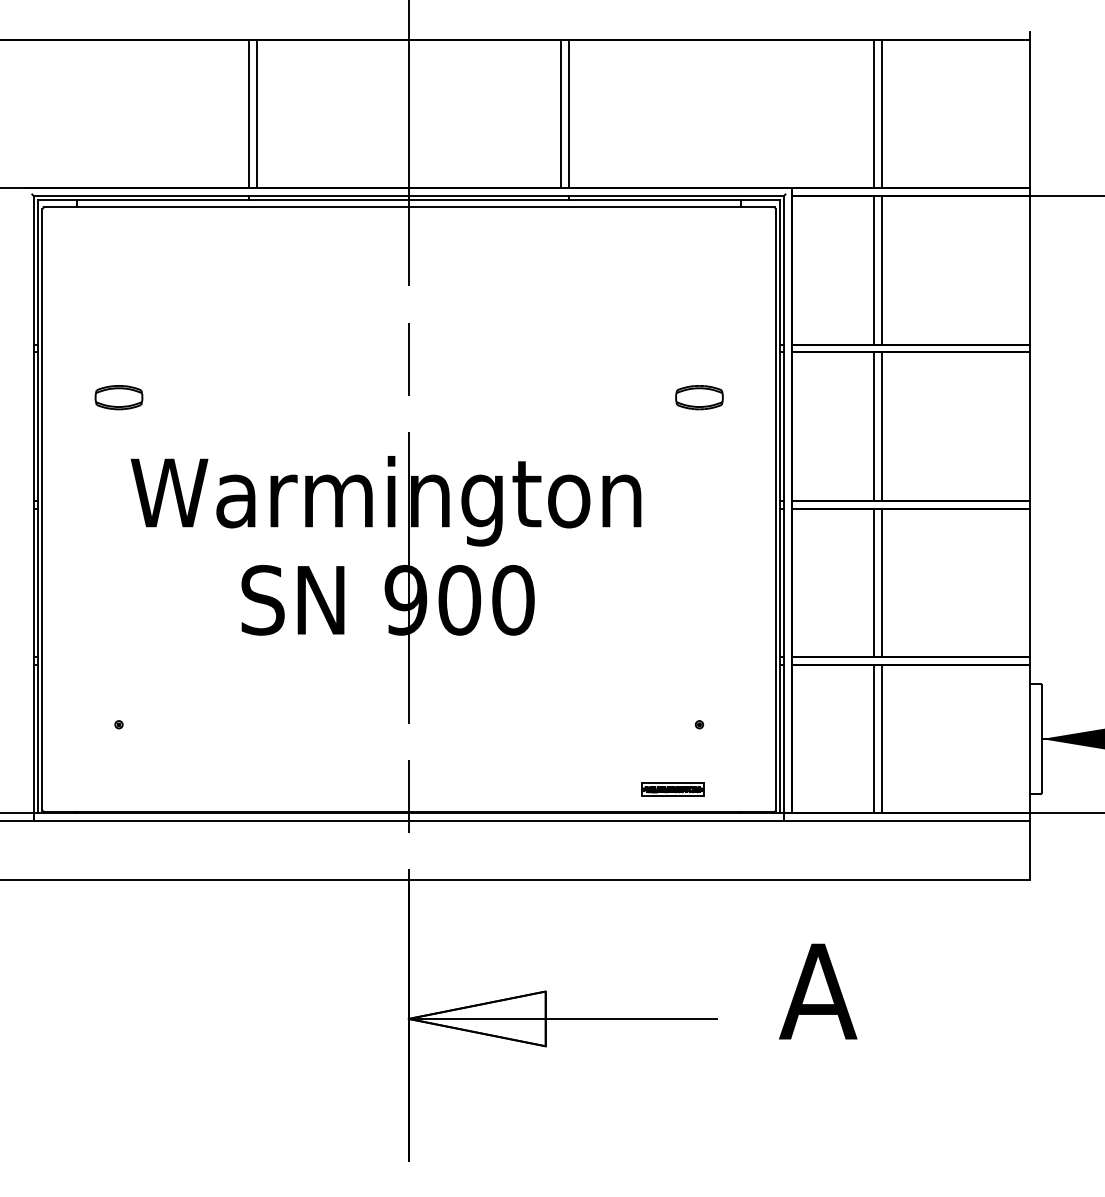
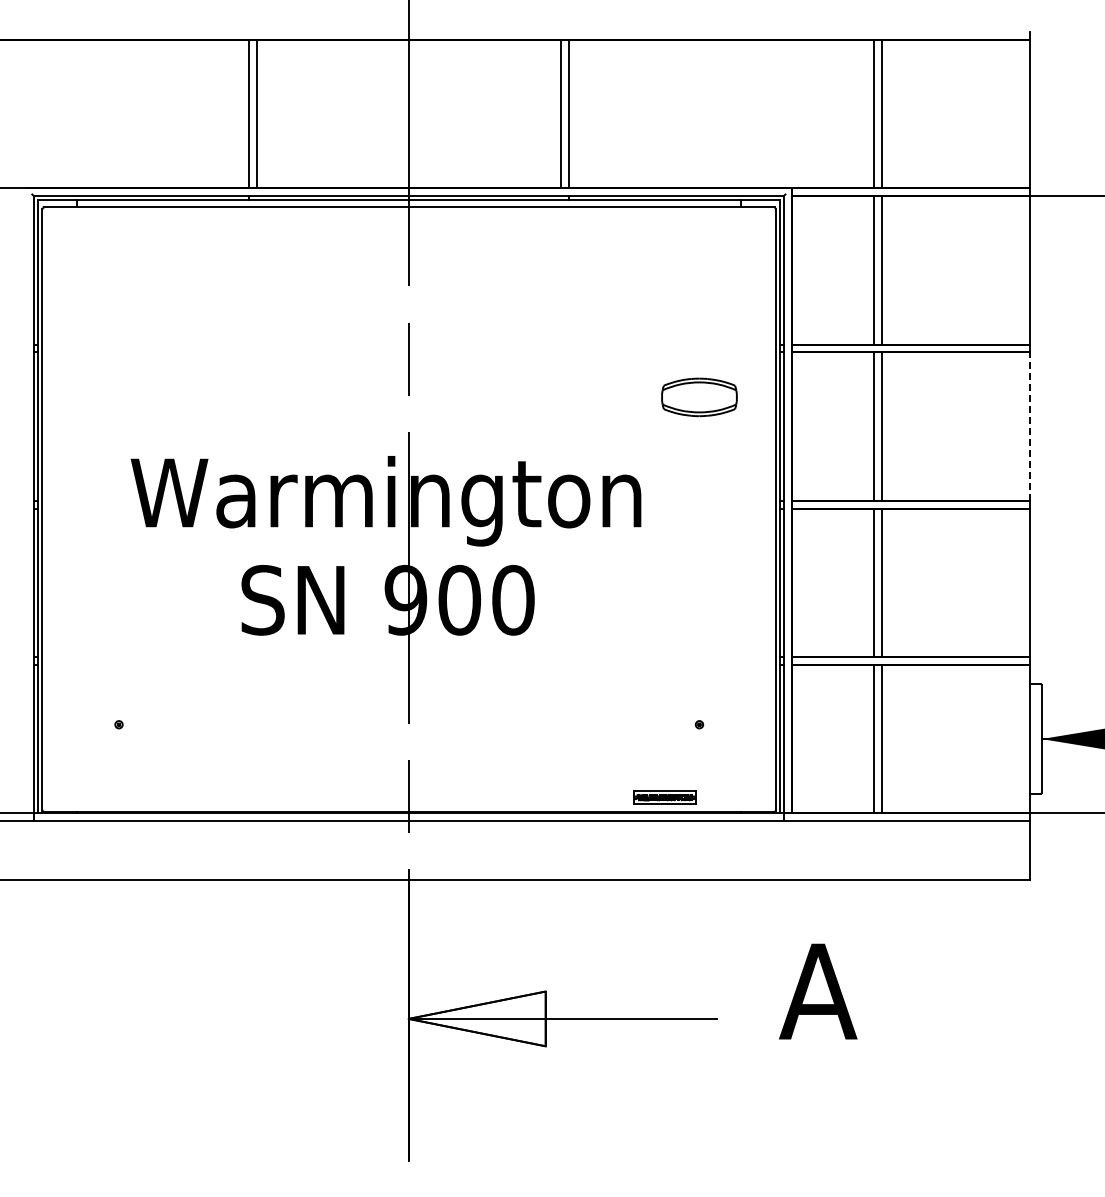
part at (118, 397): present -> none
part at (699, 397) size: 49x26 px -> 77x41 px
line at (1029, 426): solid -> dashed
part at (672, 789) position: (672, 789) -> (664, 797)
